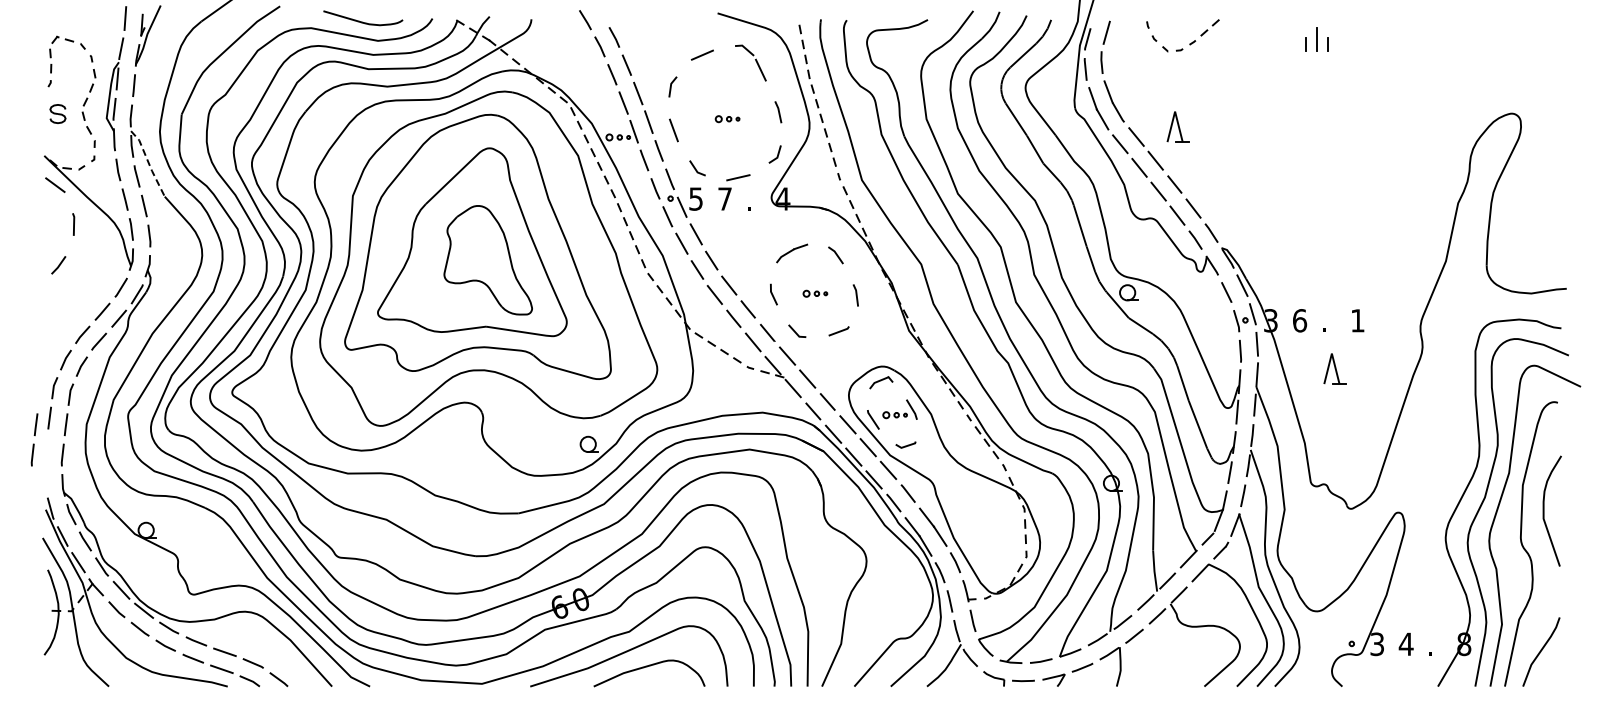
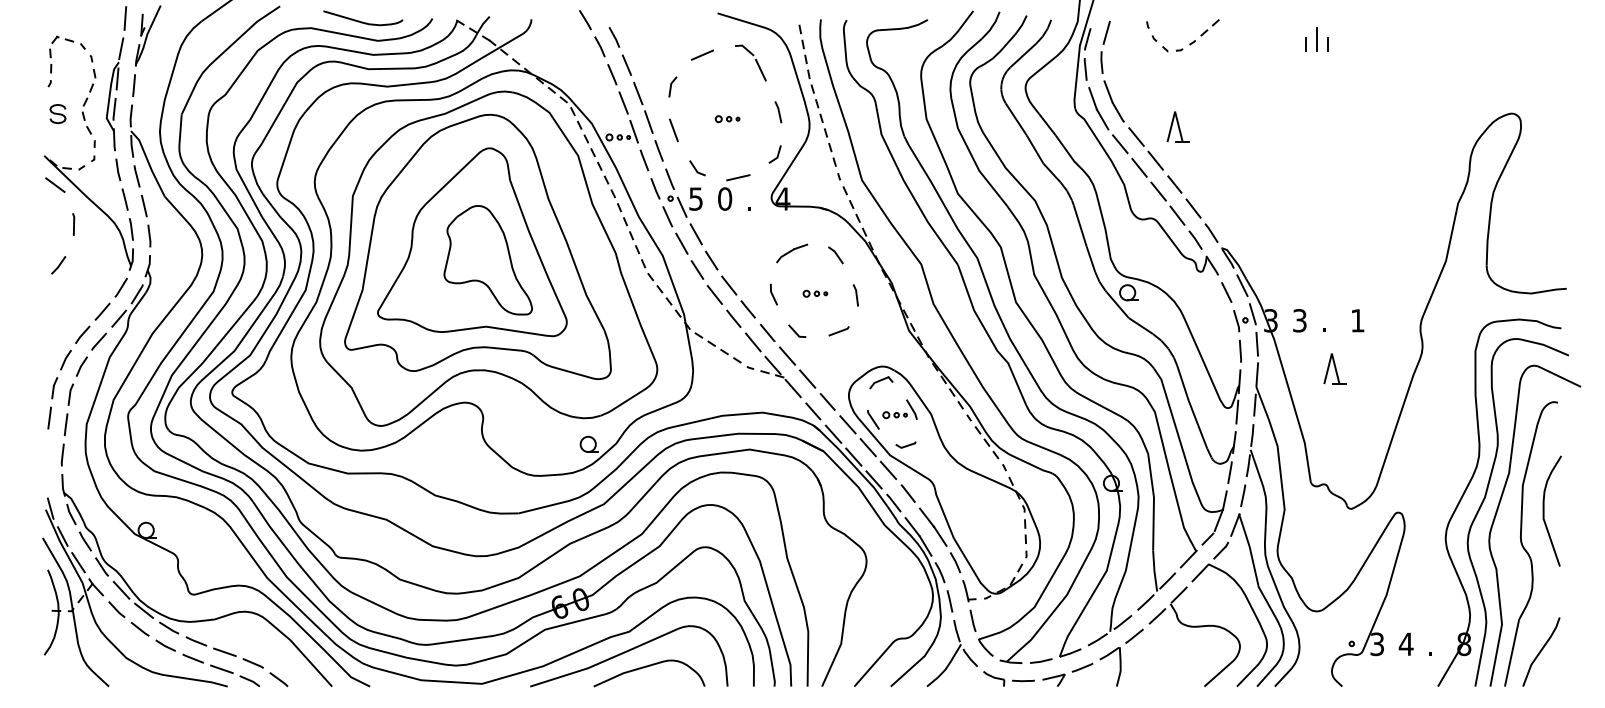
line at (148, 162): dashed -> solid
text at (725, 198): 7 -> 0
text at (1300, 320): 6 -> 3
line at (35, 436): present -> none
